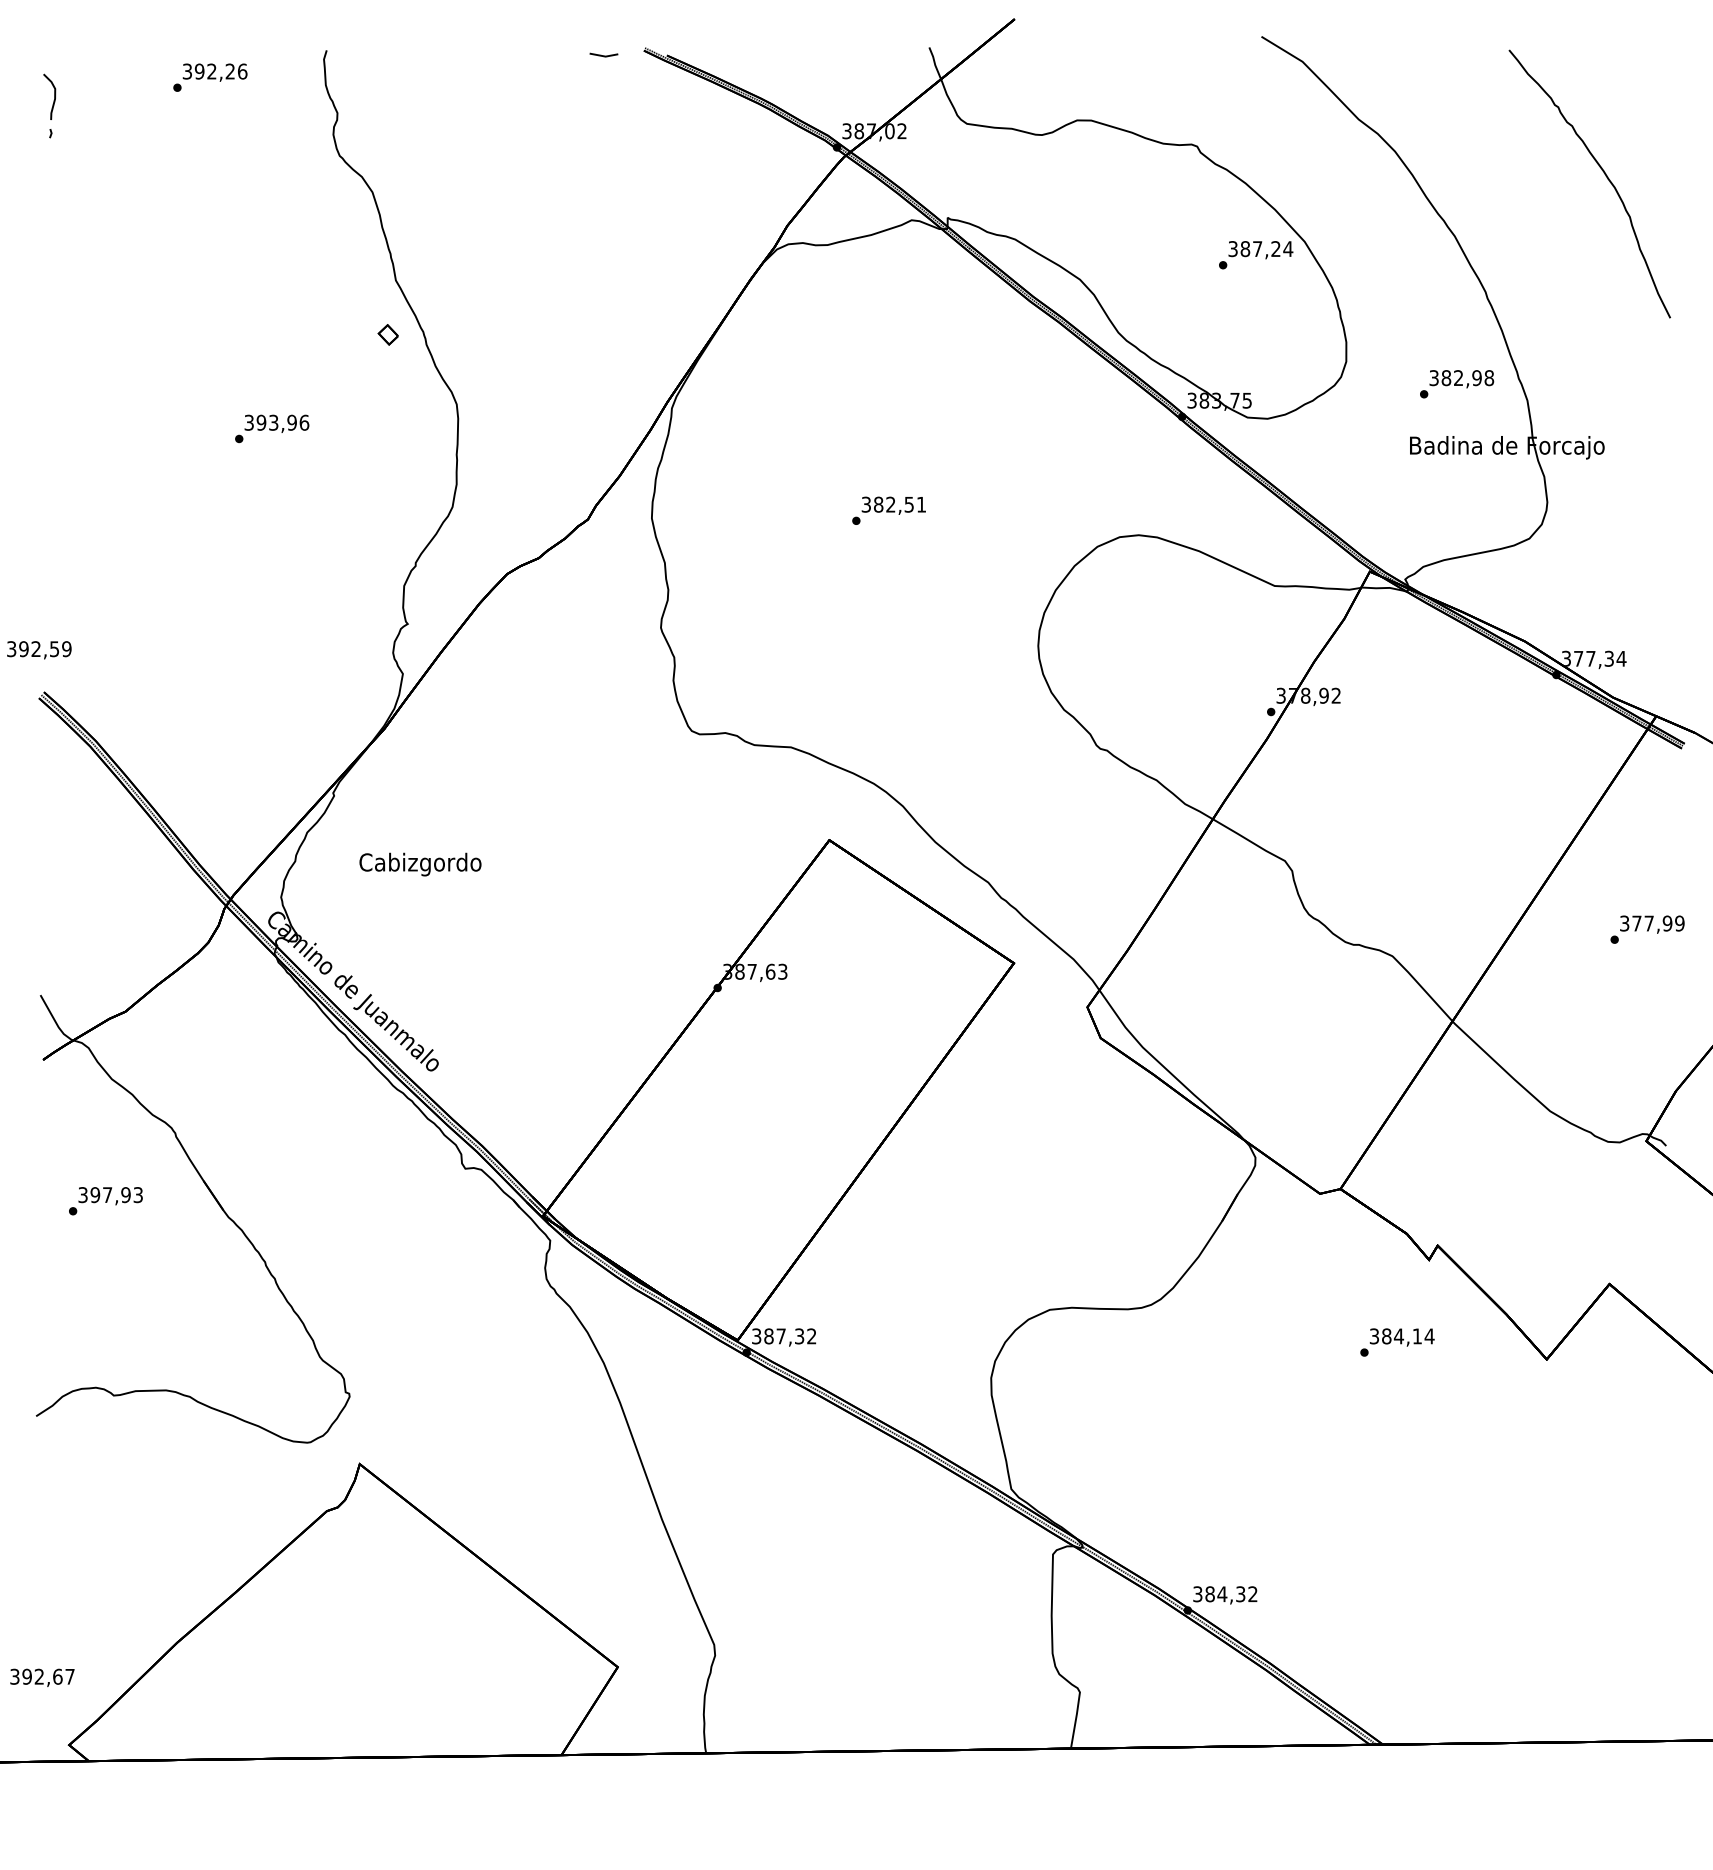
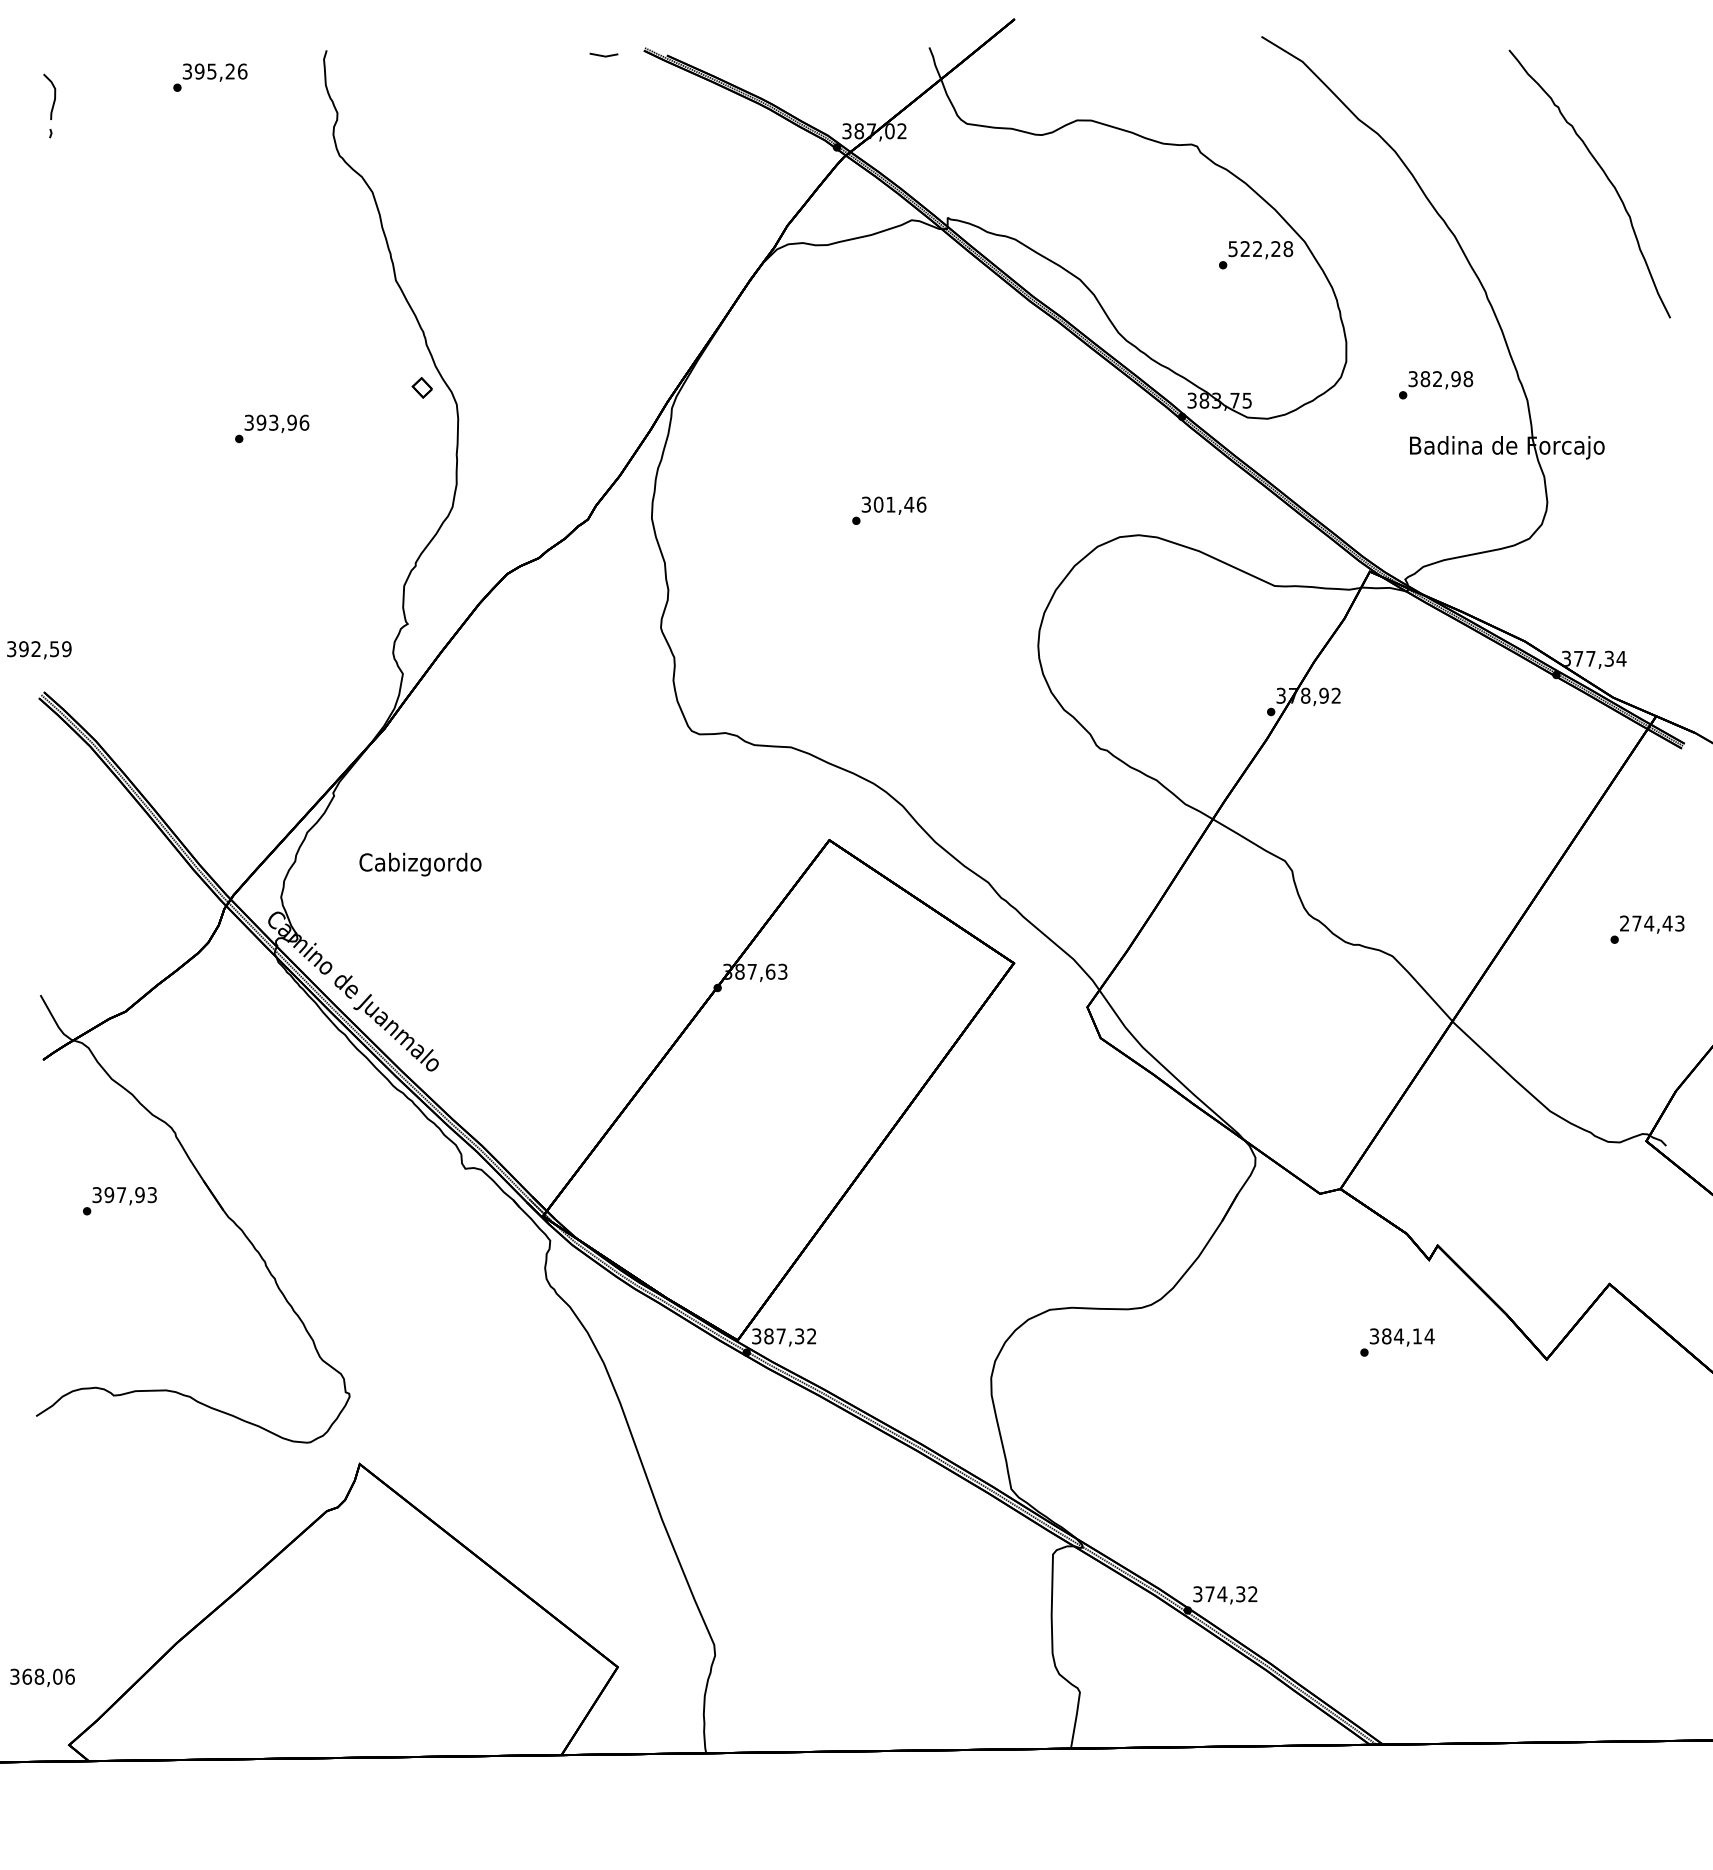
text at (211, 71): 392,26 -> 395,26
text at (1261, 249): 387,24 -> 522,28
part at (387, 334) position: (387, 334) -> (421, 387)
text at (1457, 384) position: (1457, 384) -> (1436, 385)
text at (899, 504): 382,51 -> 301,46
text at (1652, 923): 377,99 -> 274,43
text at (105, 1201) position: (105, 1201) -> (119, 1201)
text at (1209, 1594): 384,32 -> 374,32
text at (48, 1676): 392,67 -> 368,06
